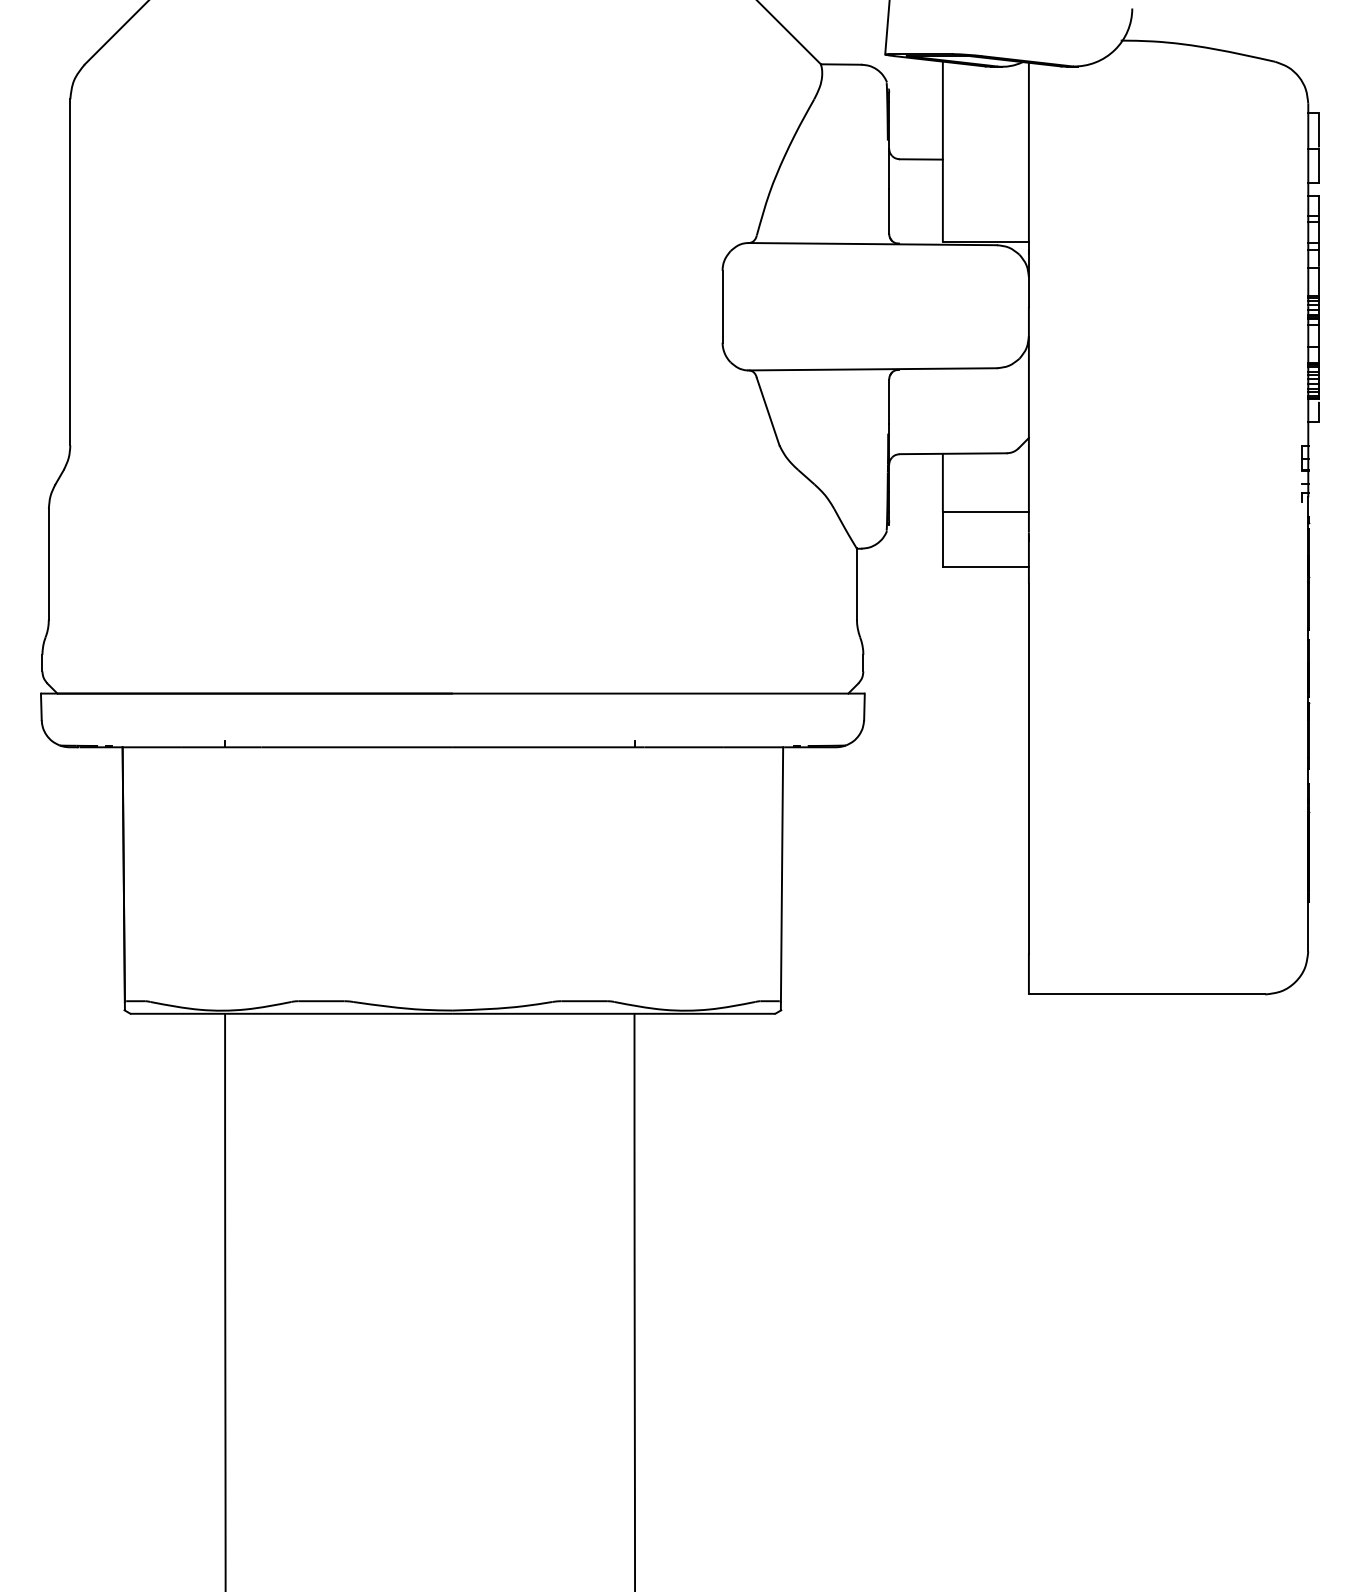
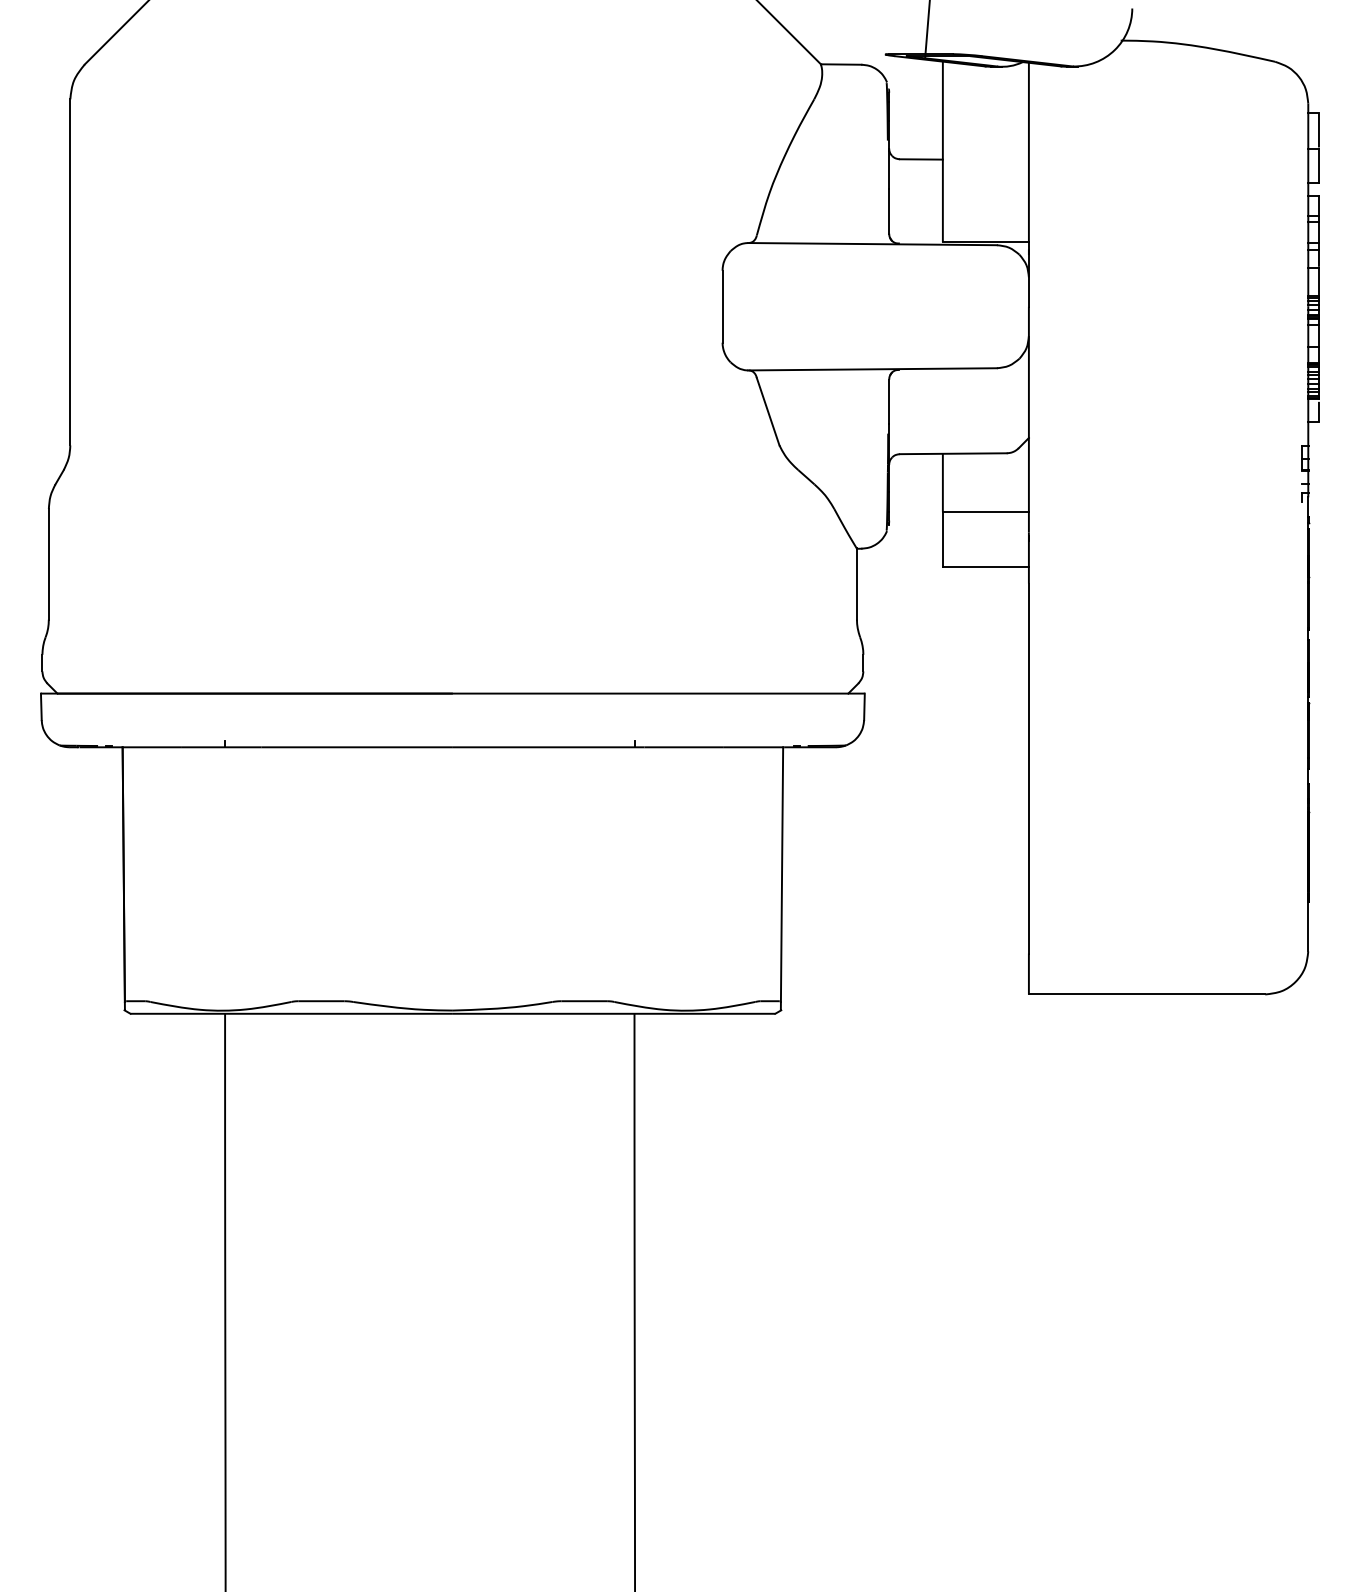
line at (887, 28) position: (887, 28) -> (927, 29)
